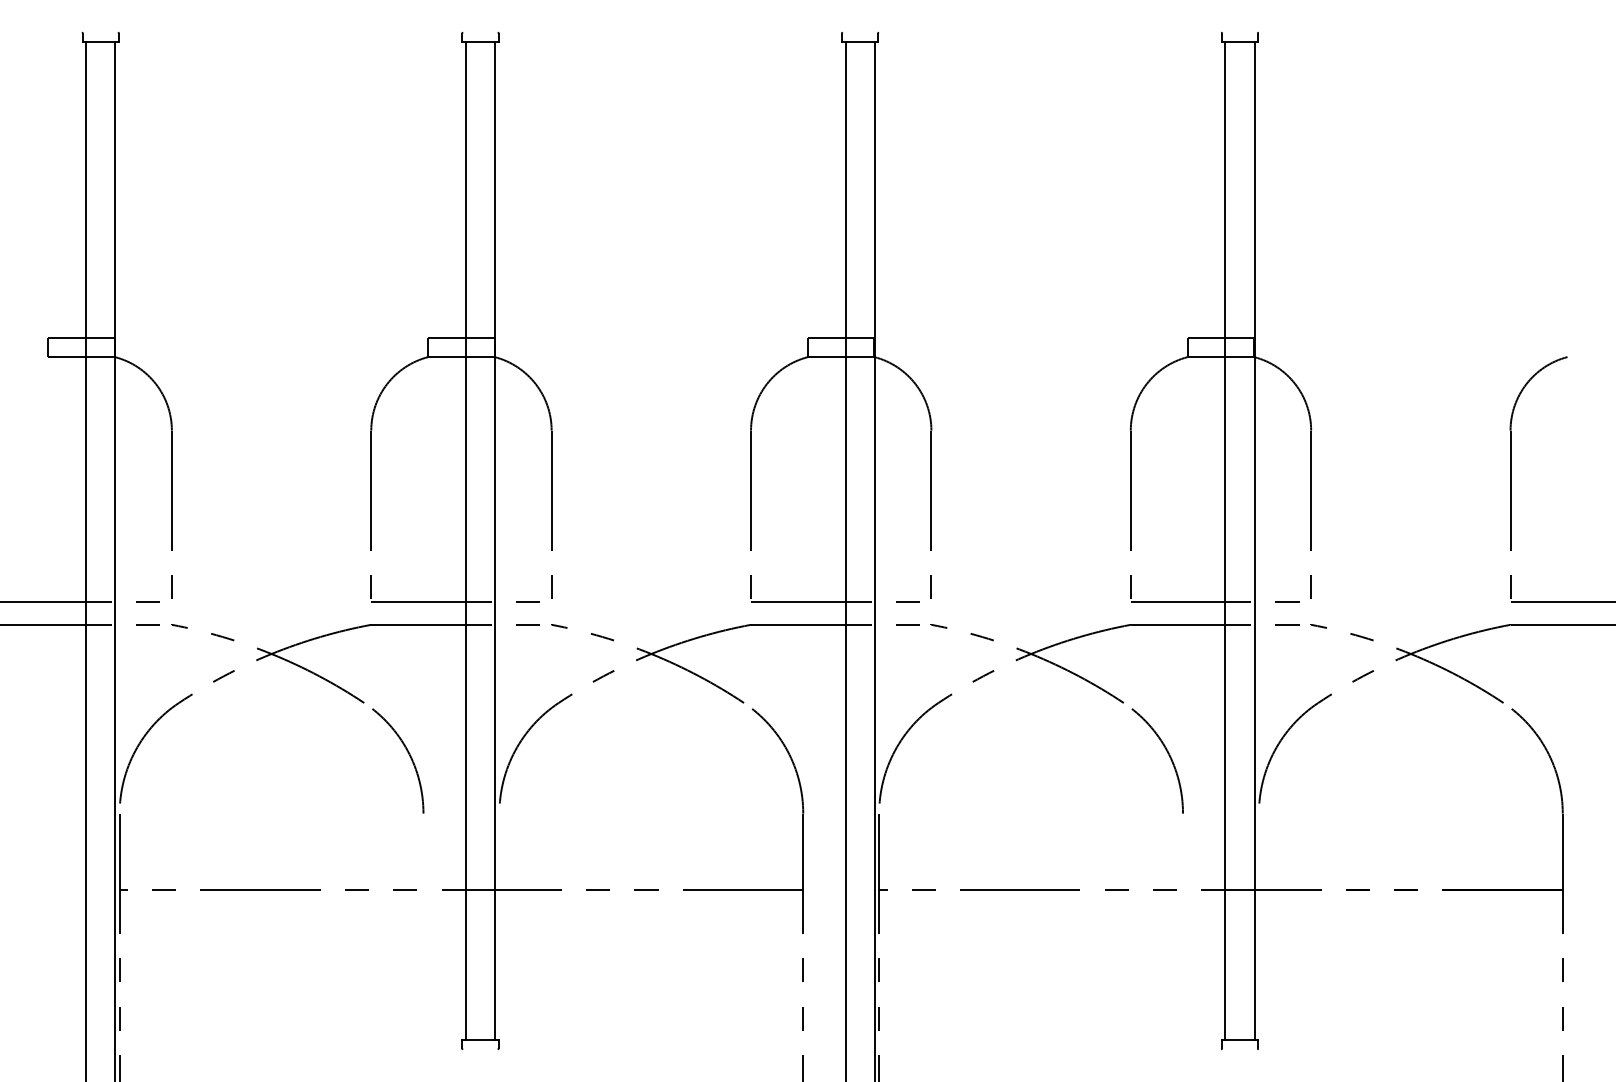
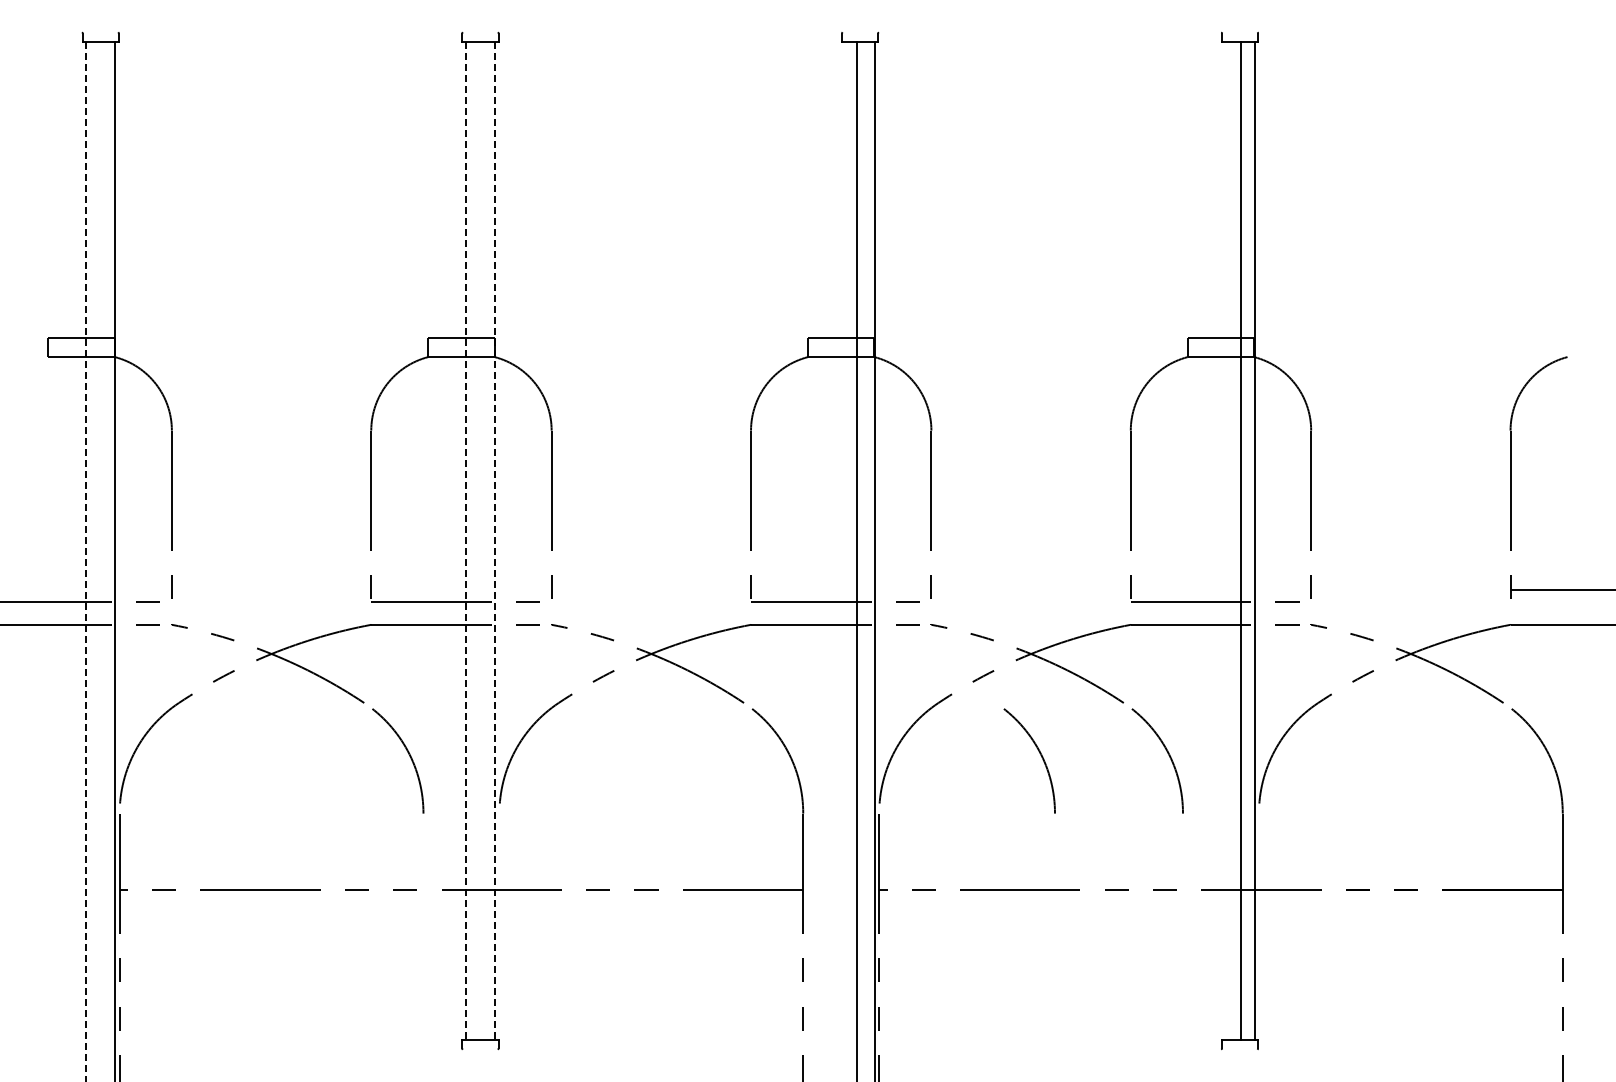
line at (1225, 540) position: (1225, 540) -> (1241, 540)
line at (465, 541): solid -> dashed
line at (495, 541): solid -> dashed
line at (845, 559) position: (845, 559) -> (856, 559)
line at (85, 561): solid -> dashed
line at (1561, 602) position: (1561, 602) -> (1561, 590)
arc at (1040, 755): none -> present
